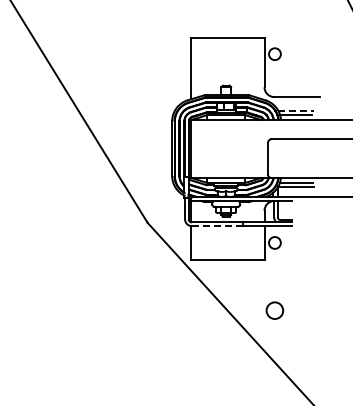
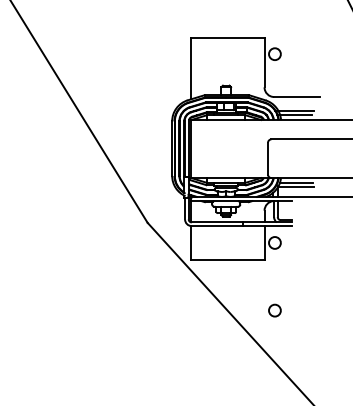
line at (296, 110): dashed -> solid
line at (217, 226): dashed -> solid
circle at (274, 310) size: 20x19 px -> 14x15 px
